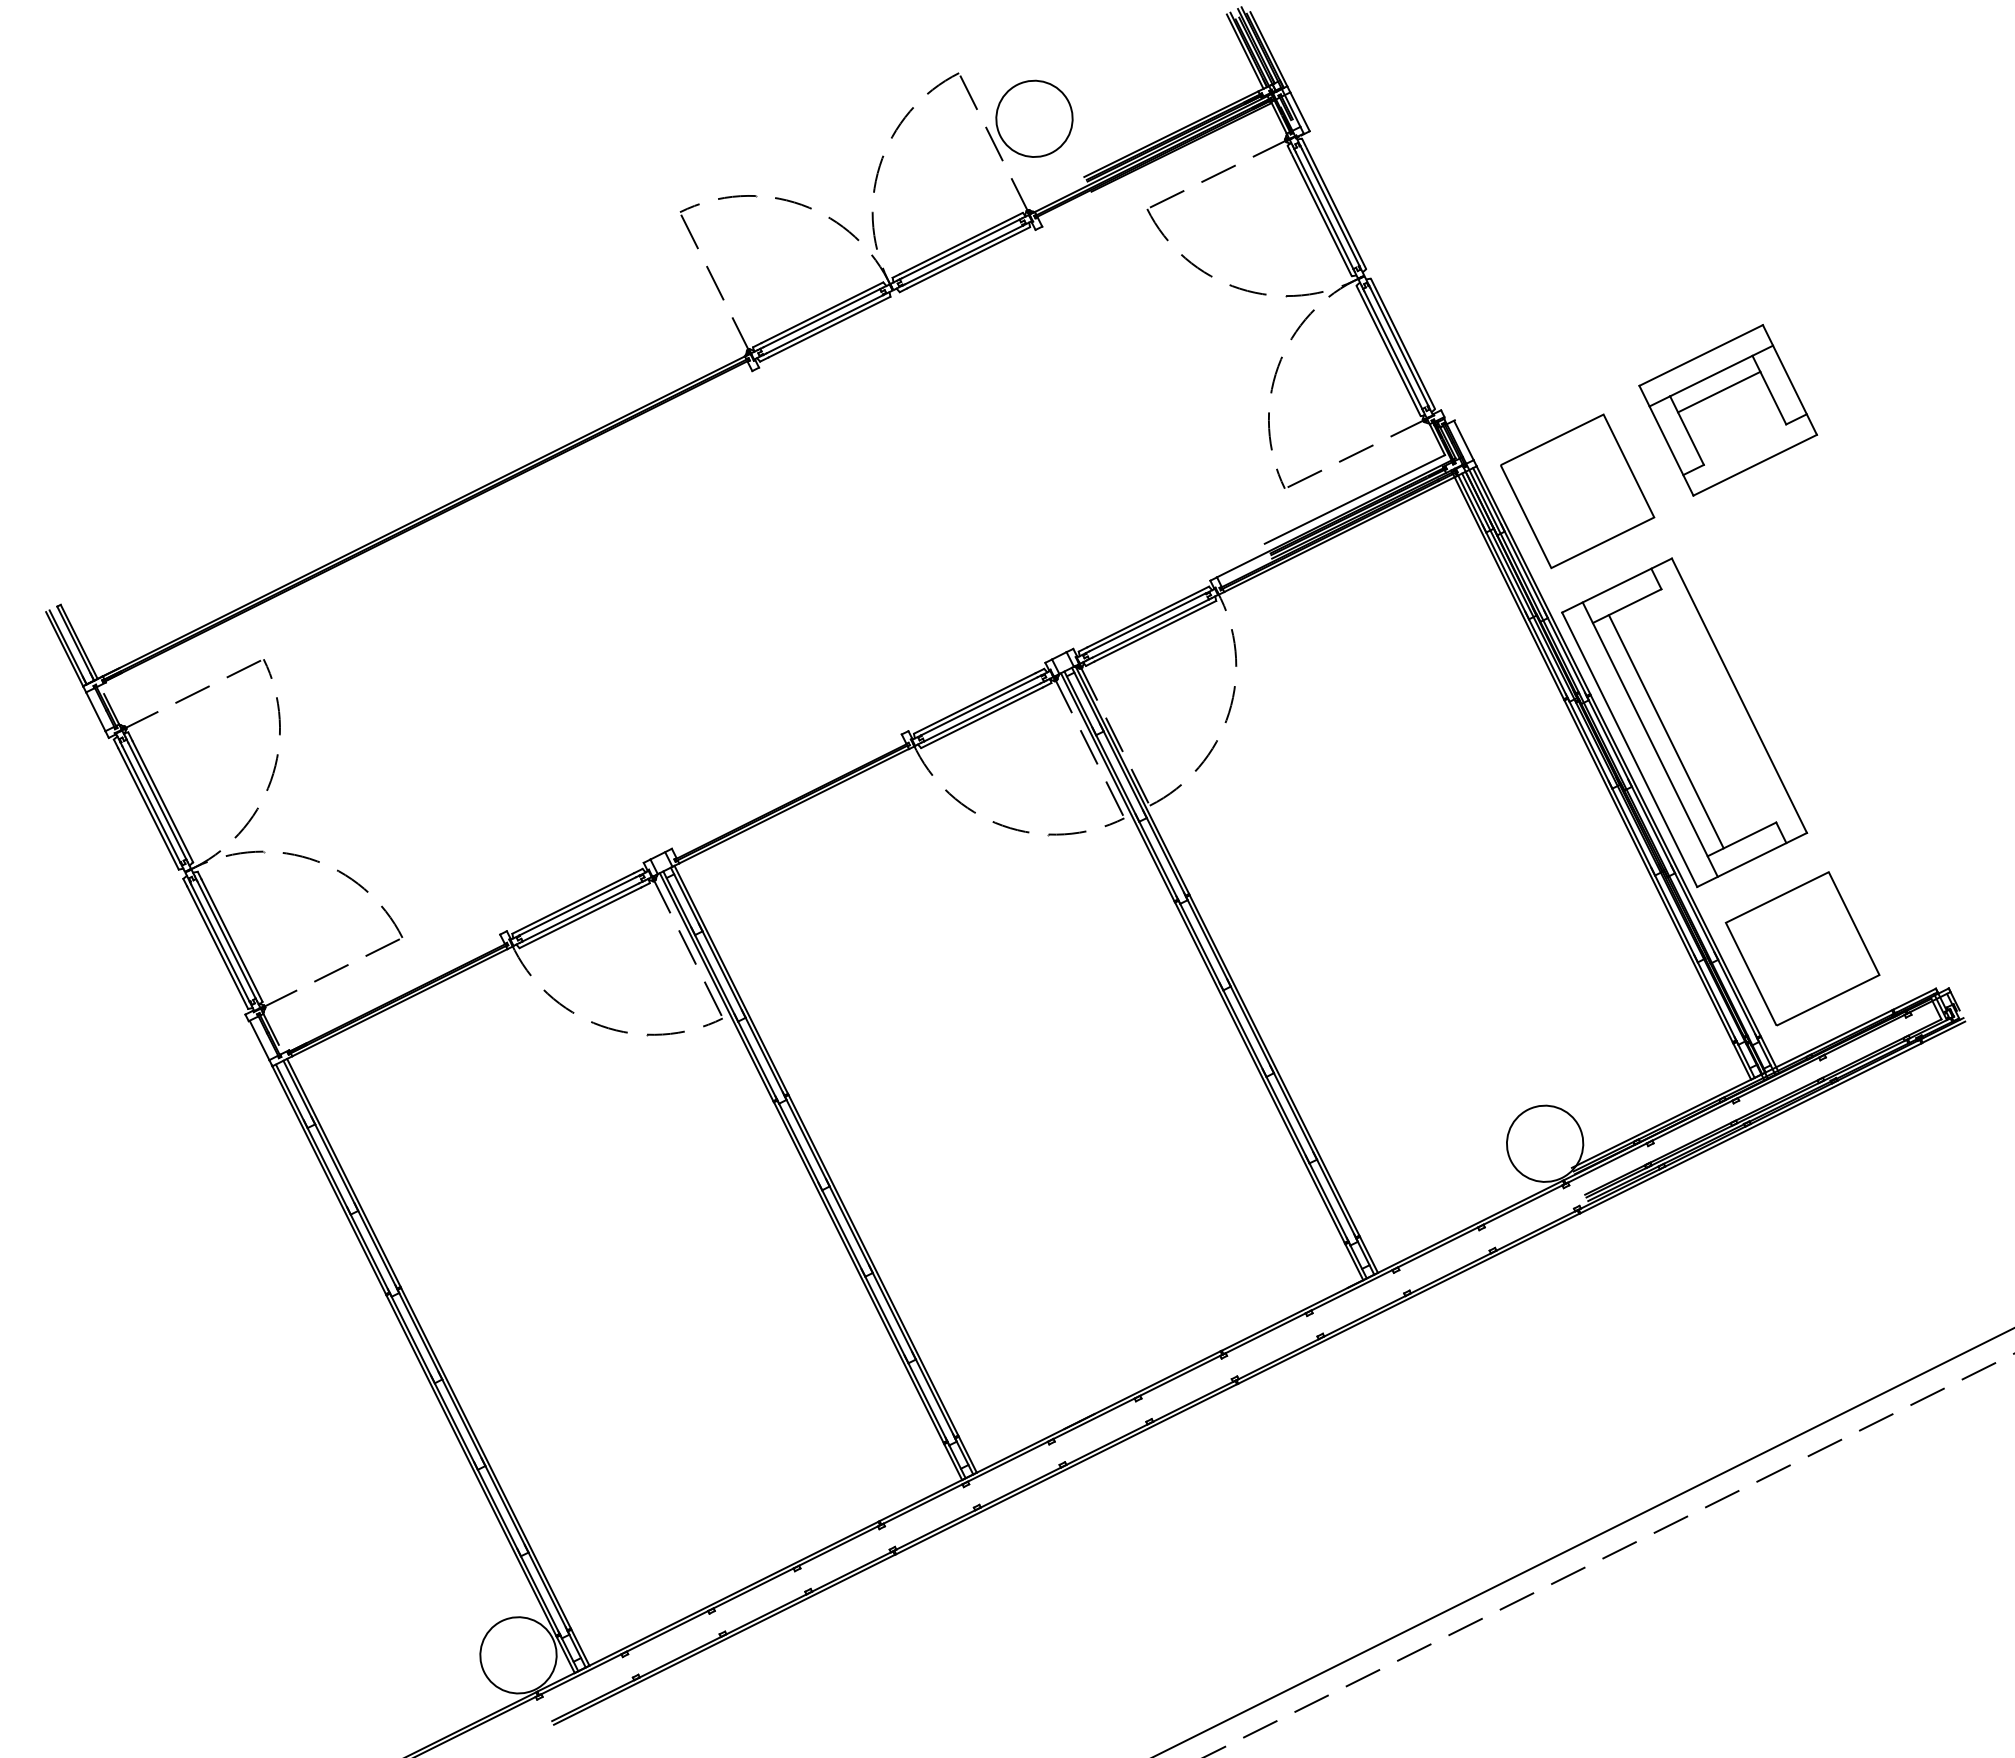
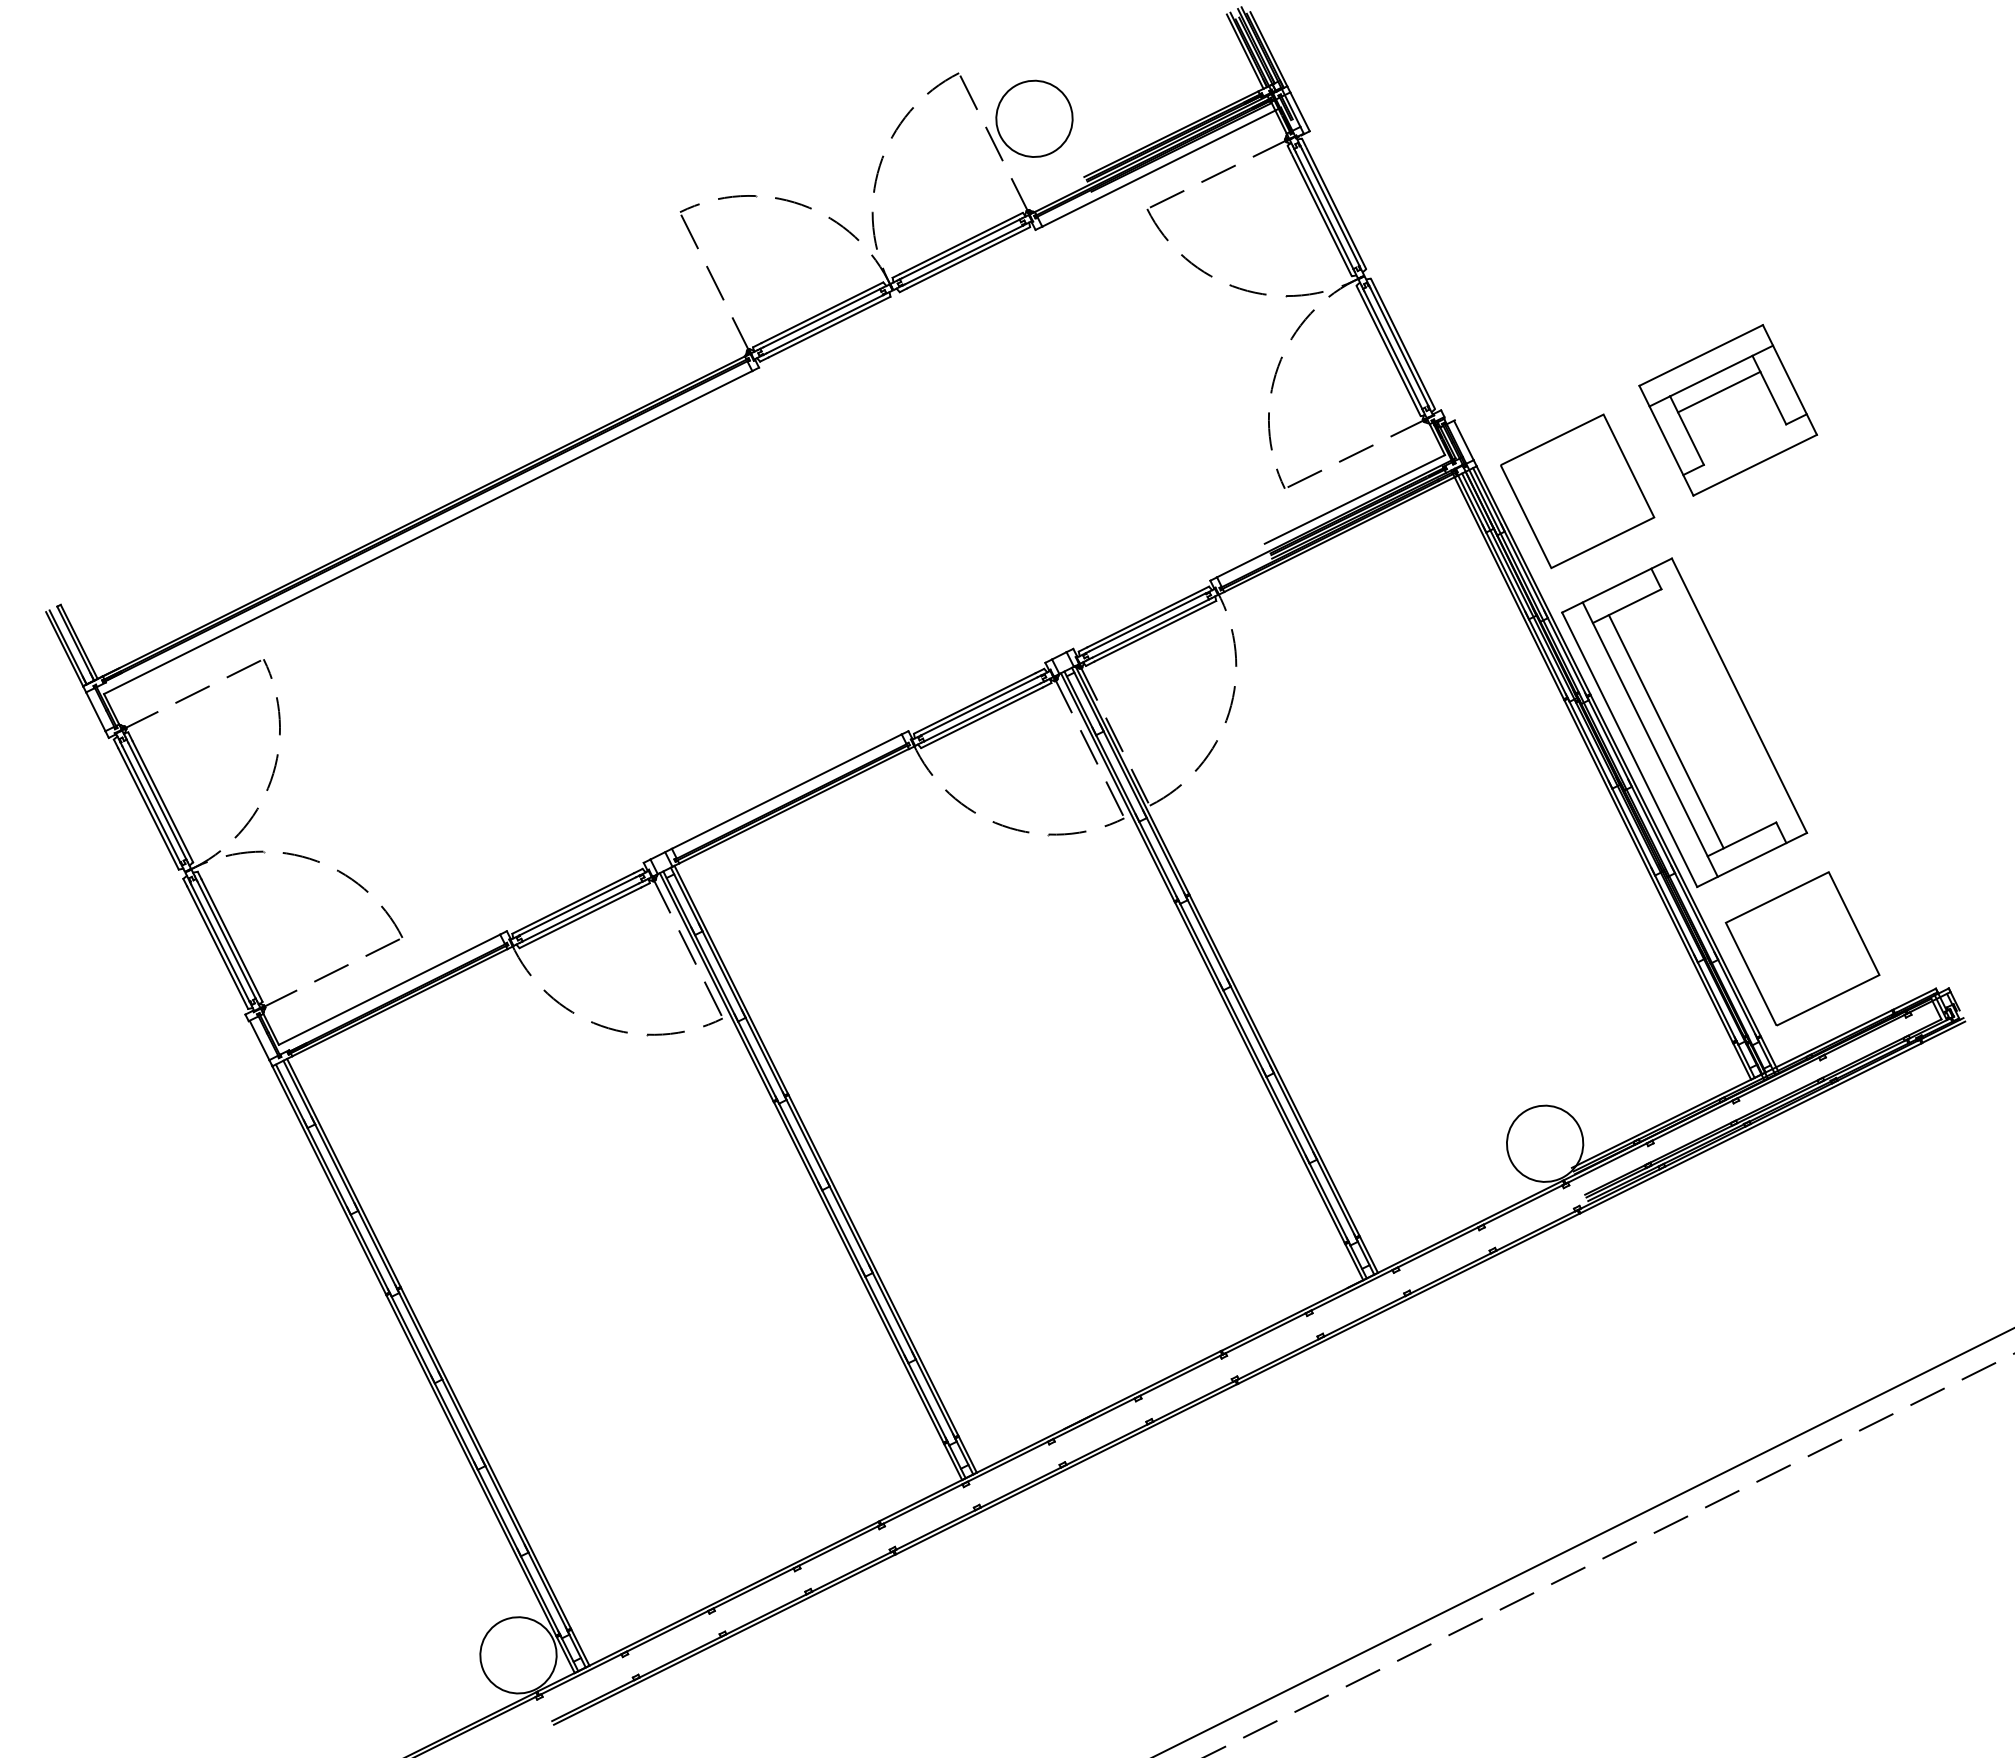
line at (1161, 166): none -> present
line at (428, 532): none -> present
line at (786, 791): none -> present
line at (389, 989): none -> present
